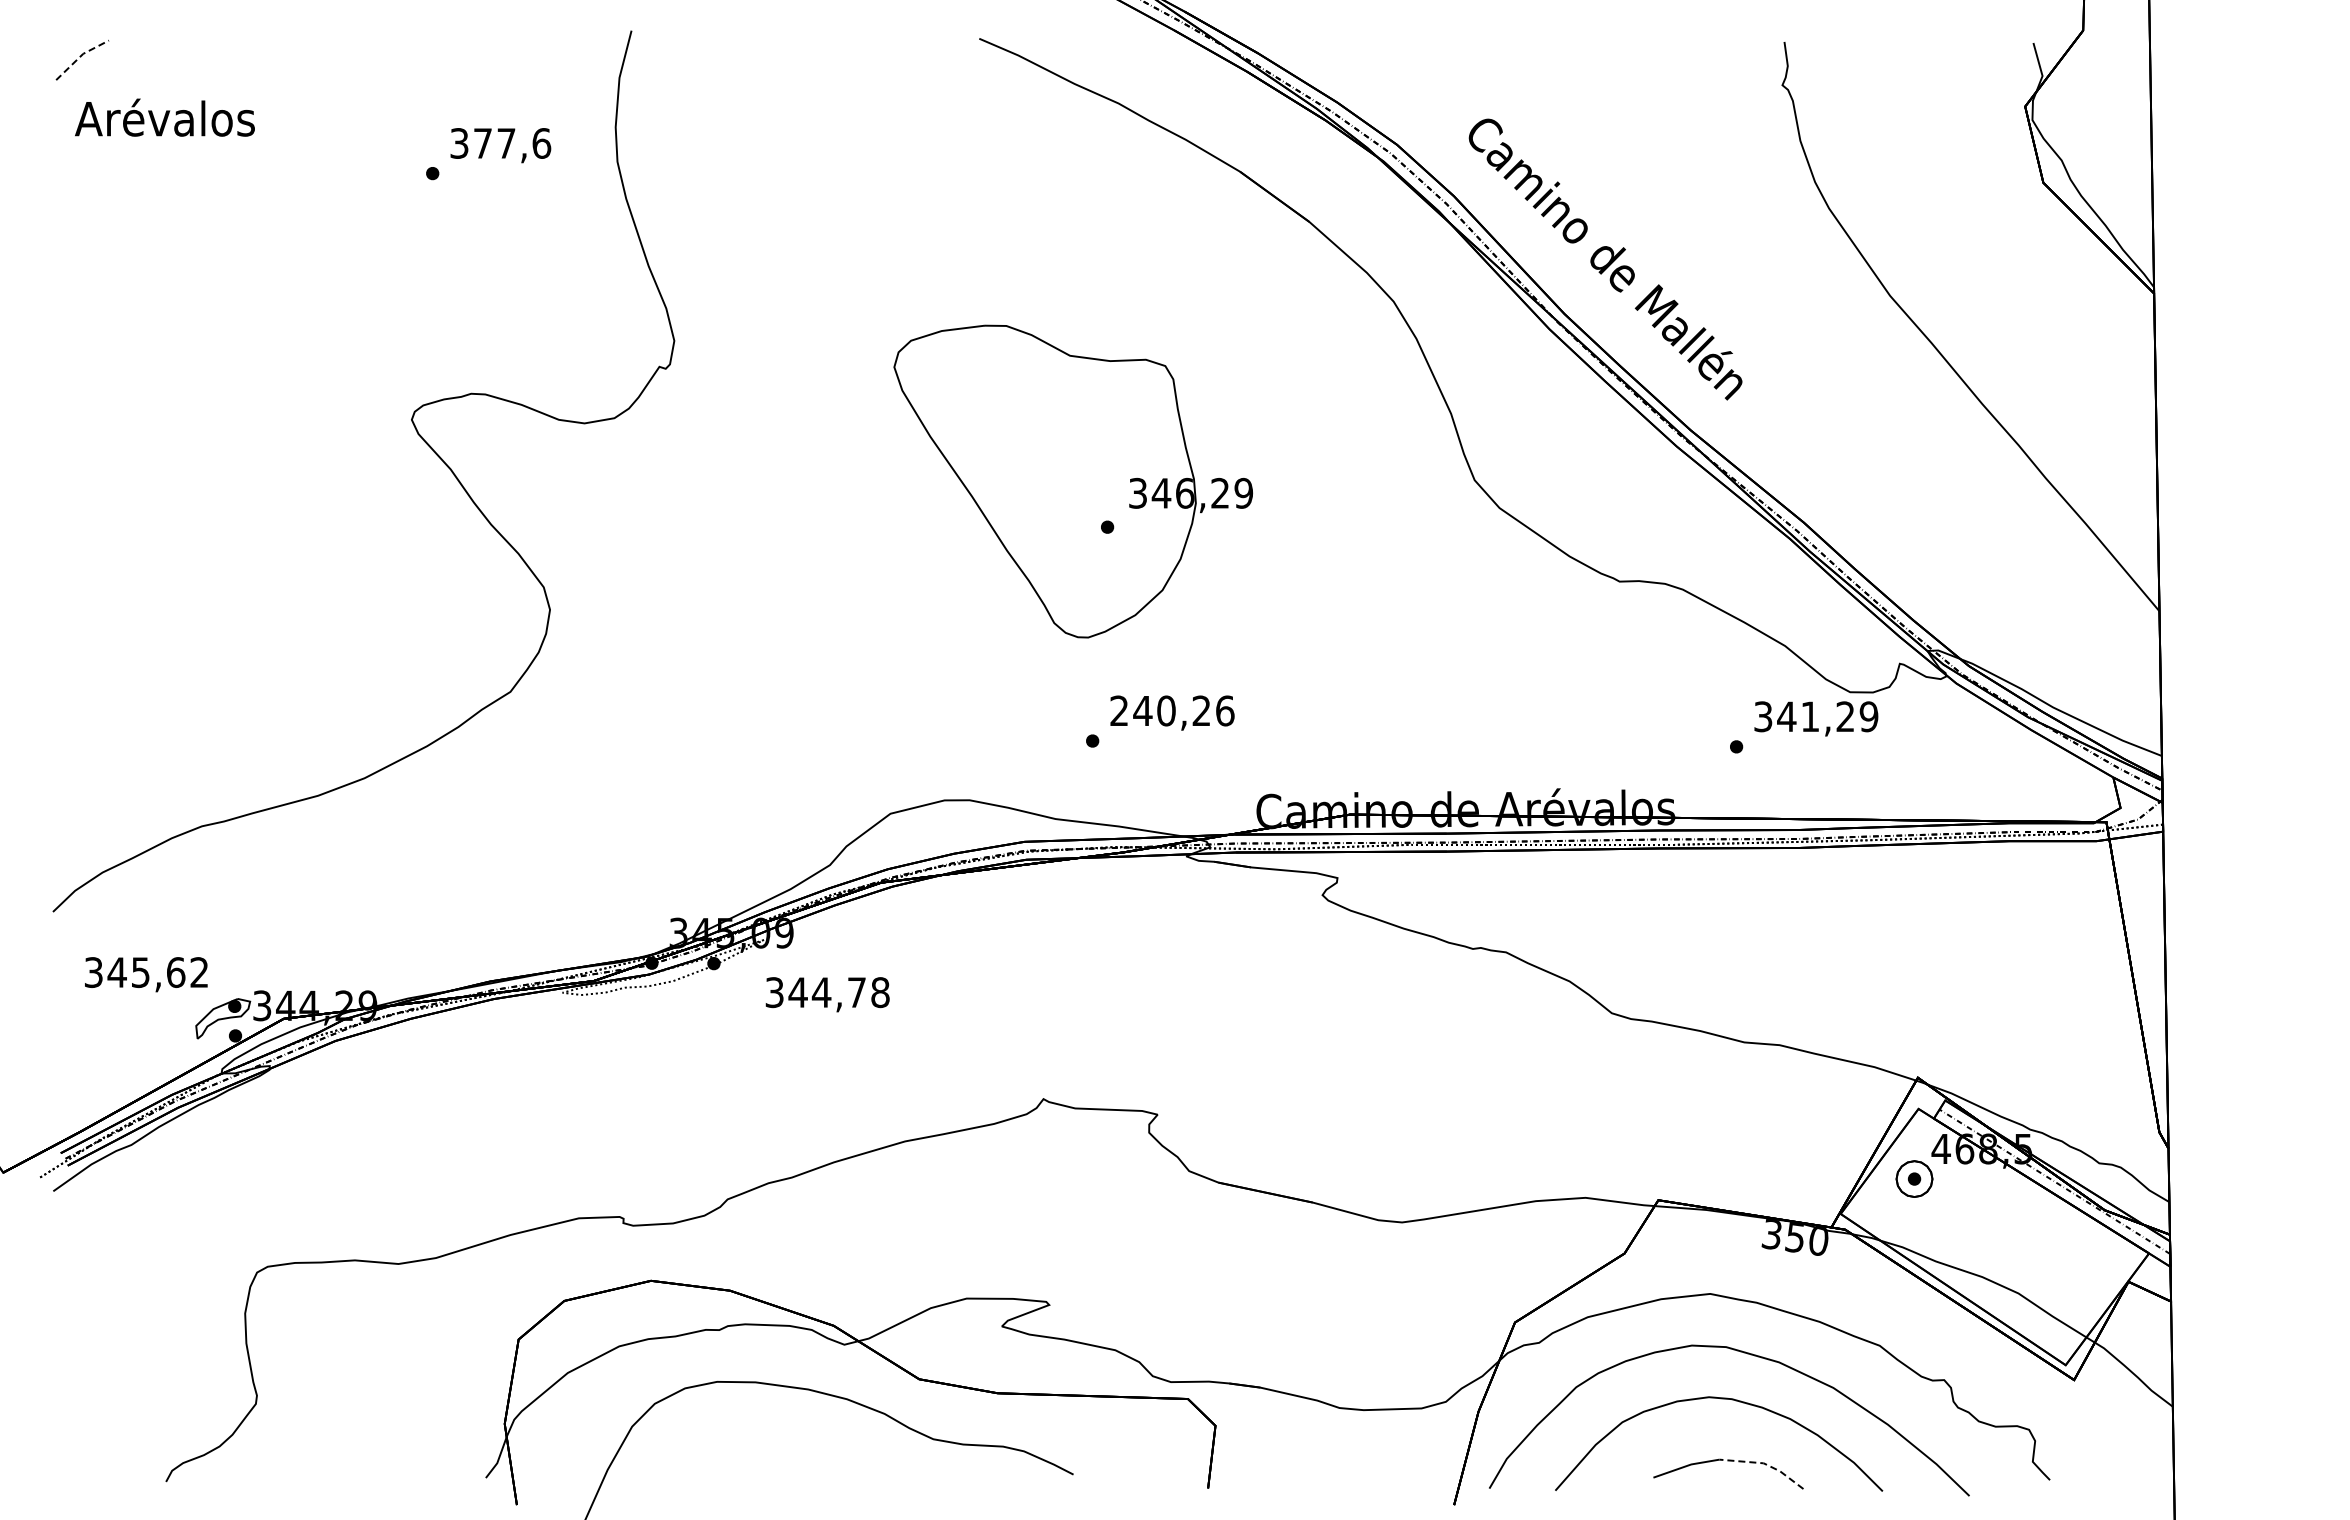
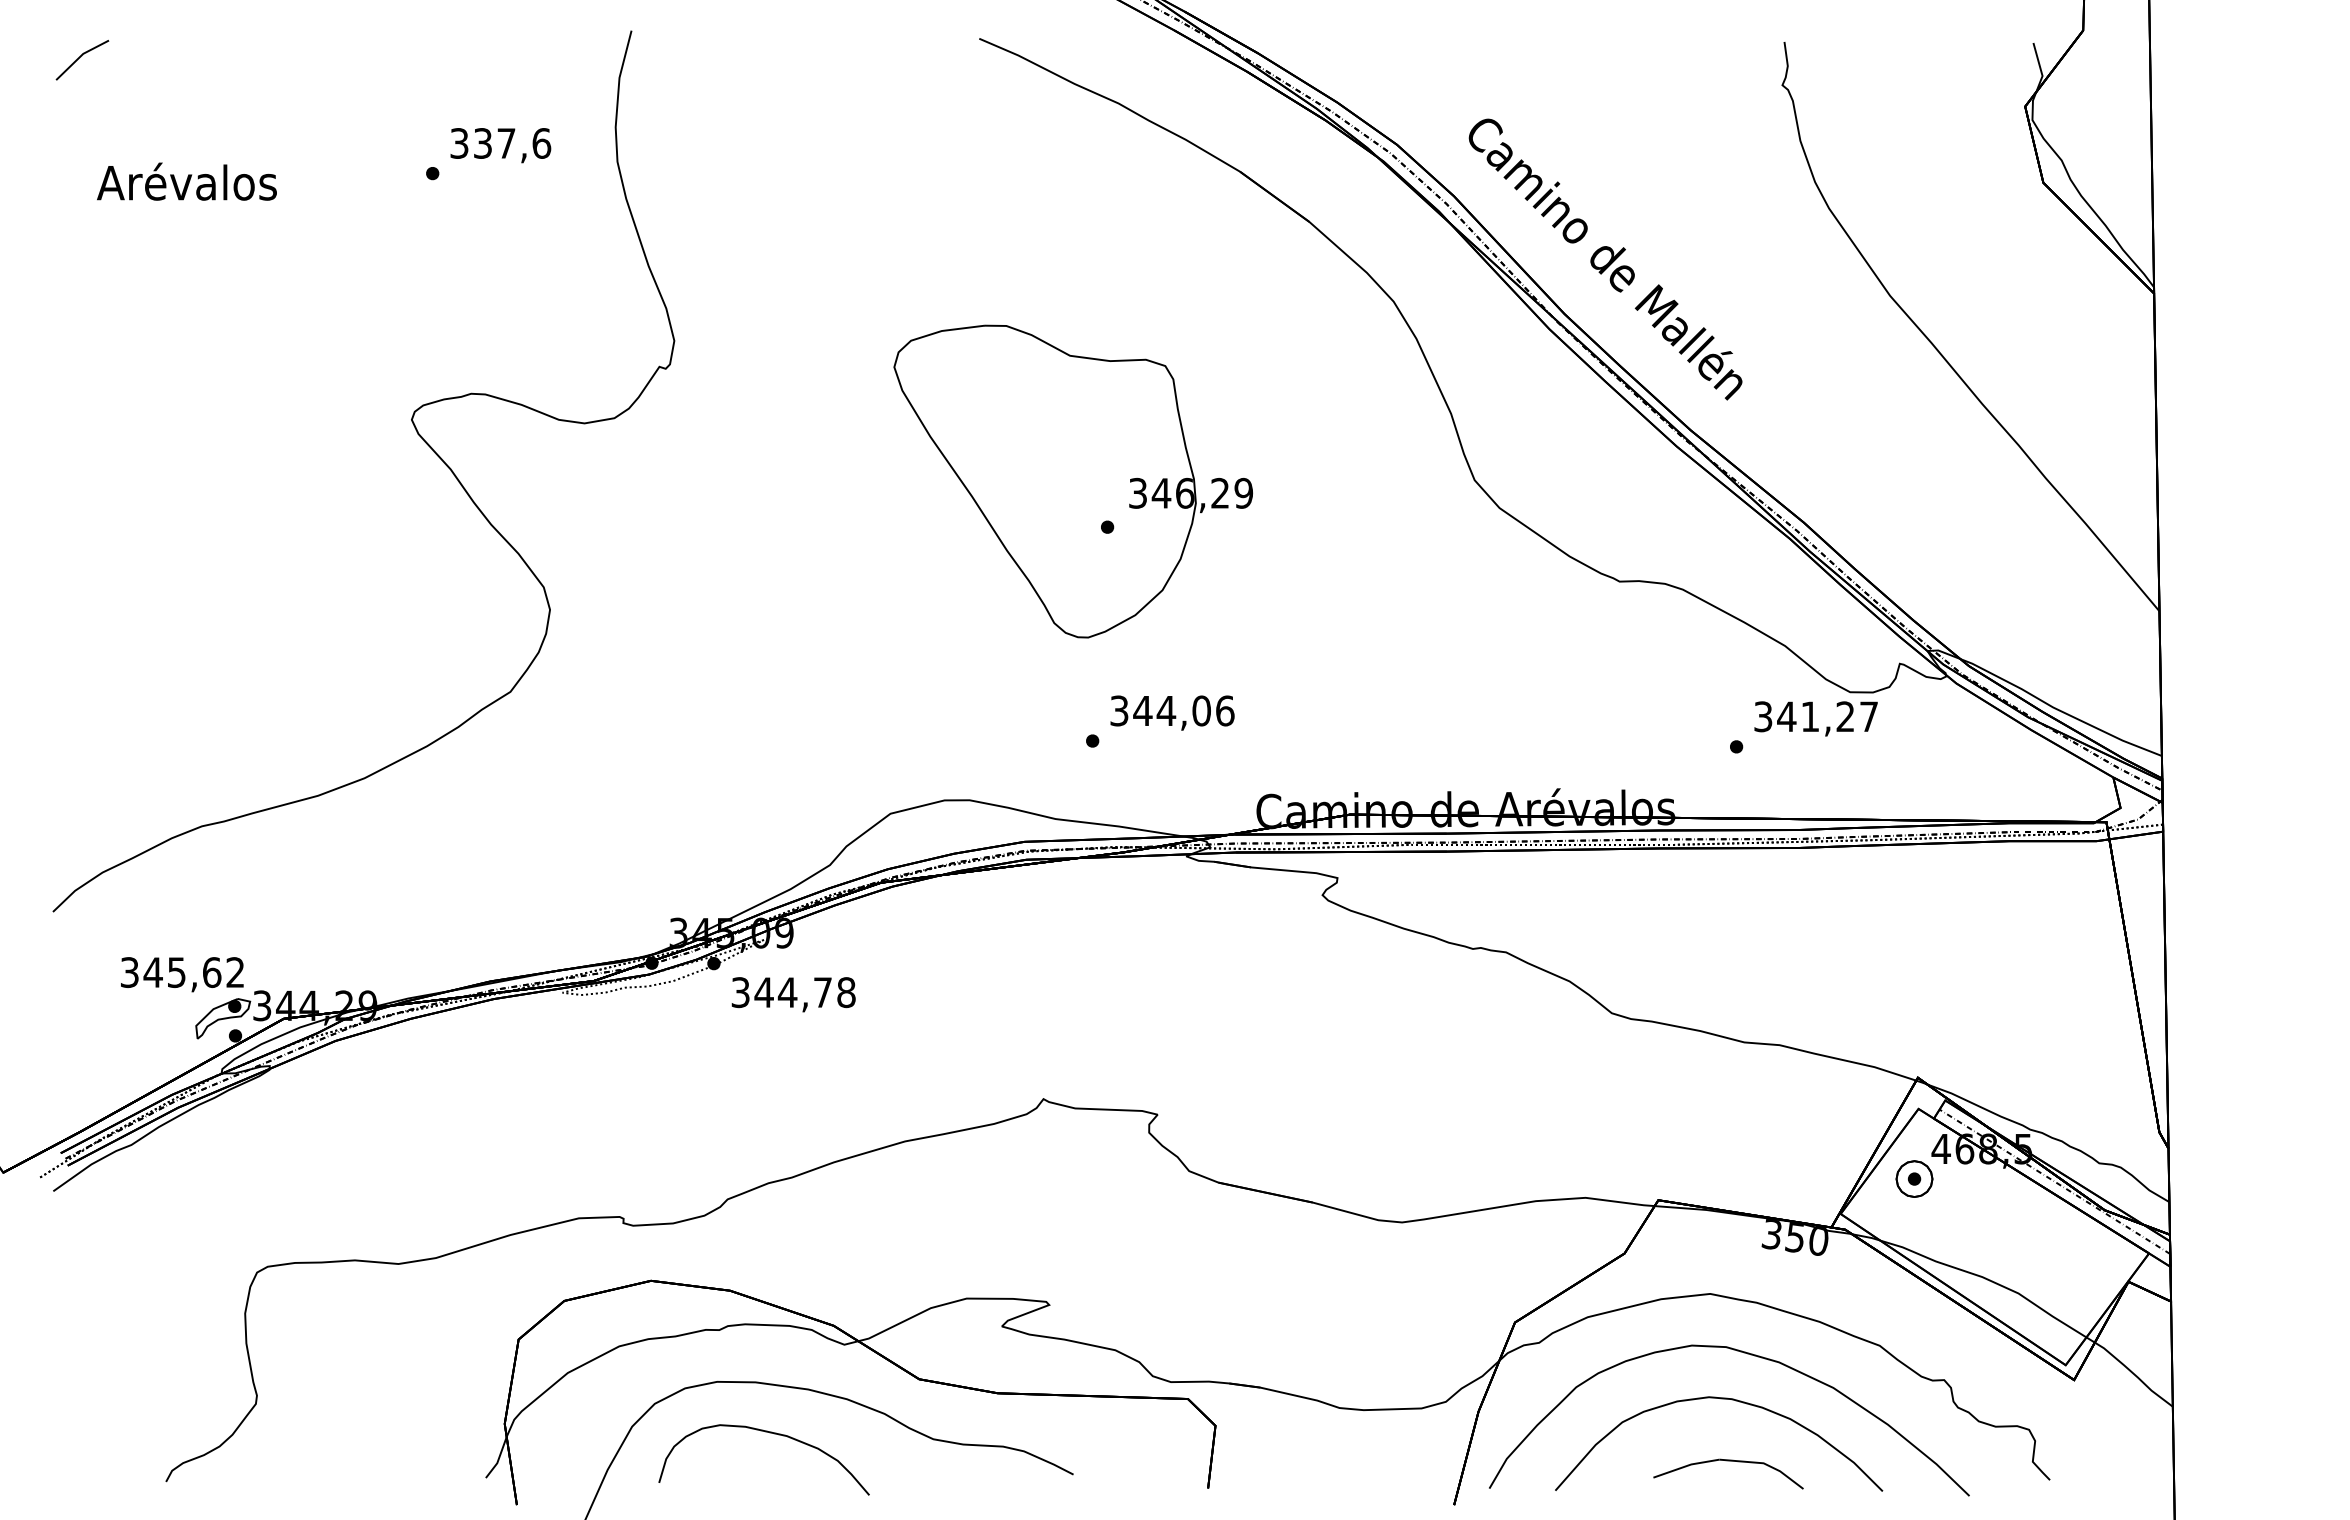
line at (80, 56): dashed -> solid
text at (164, 117) position: (164, 117) -> (186, 181)
text at (482, 143): 377,6 -> 337,6
text at (1160, 710): 240,26 -> 344,06
text at (1868, 716): 341,29 -> 341,27
text at (146, 974) position: (146, 974) -> (182, 974)
text at (827, 994) position: (827, 994) -> (793, 994)
curve at (769, 1433): none -> present
line at (1765, 1464): dashed -> solid
